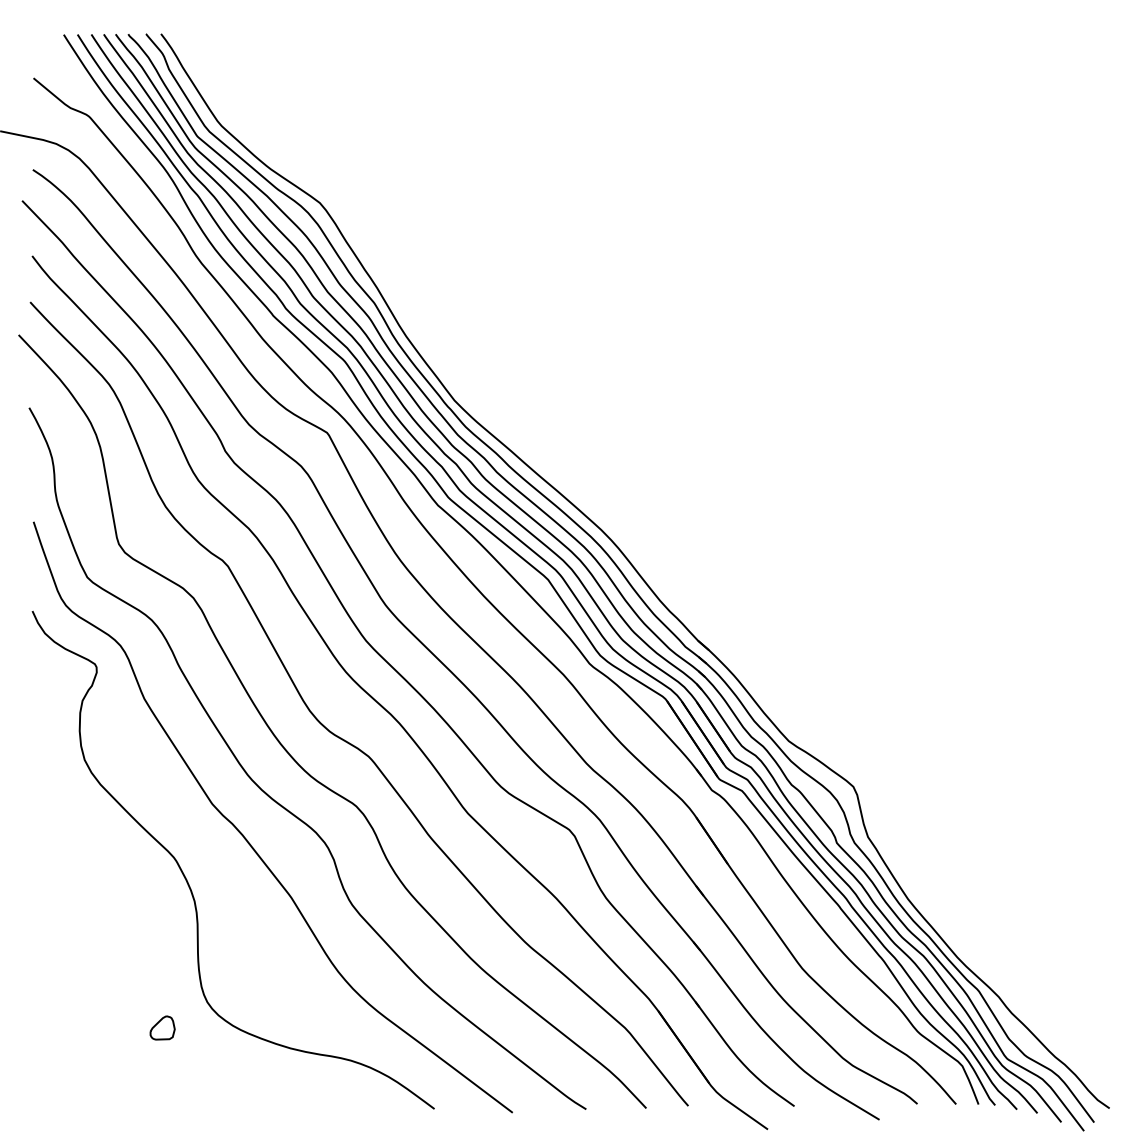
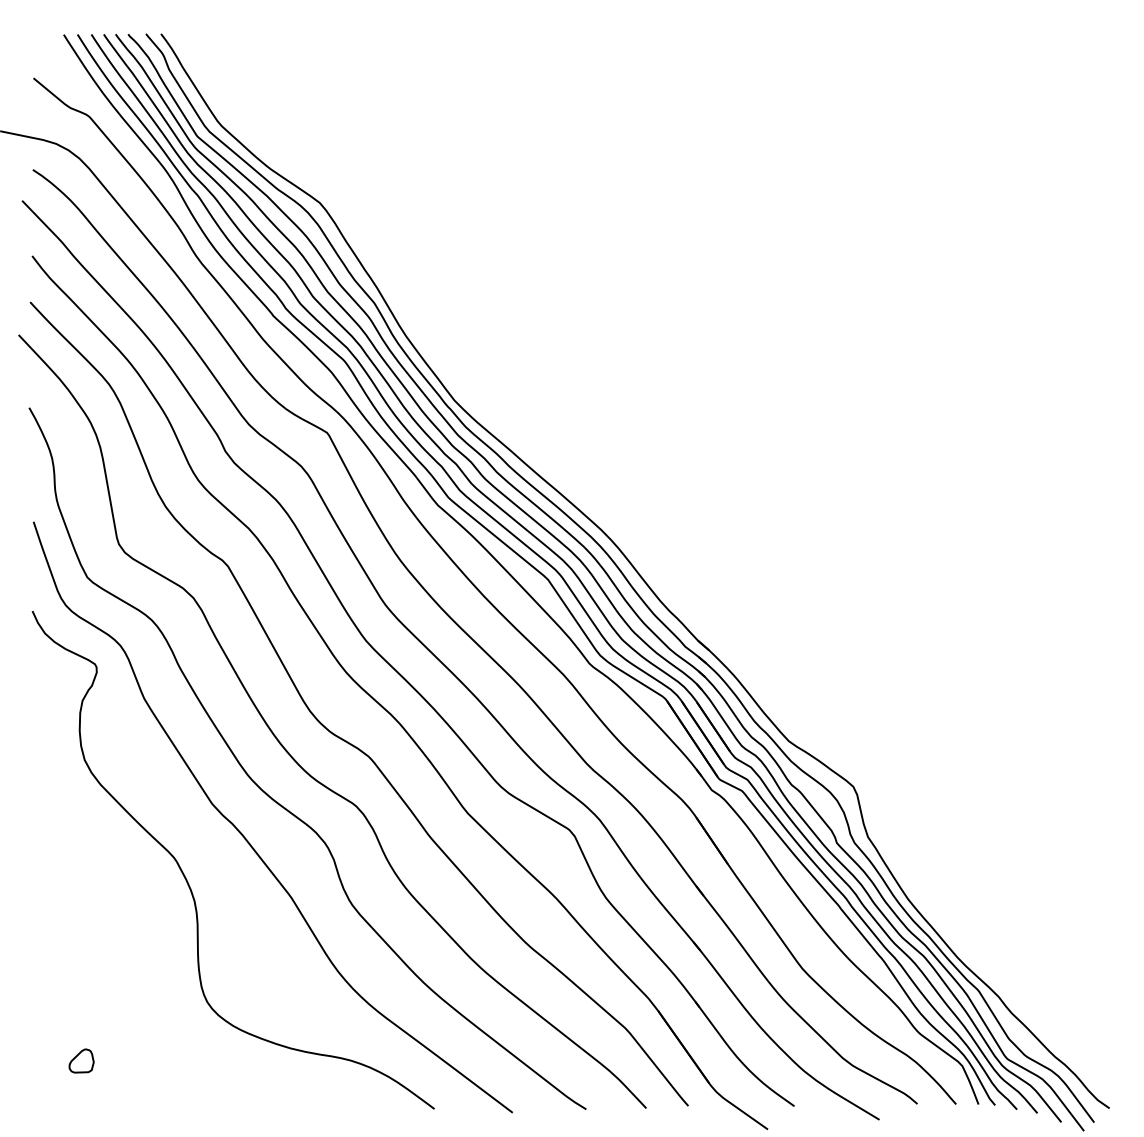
part at (162, 1027) position: (162, 1027) -> (81, 1060)
